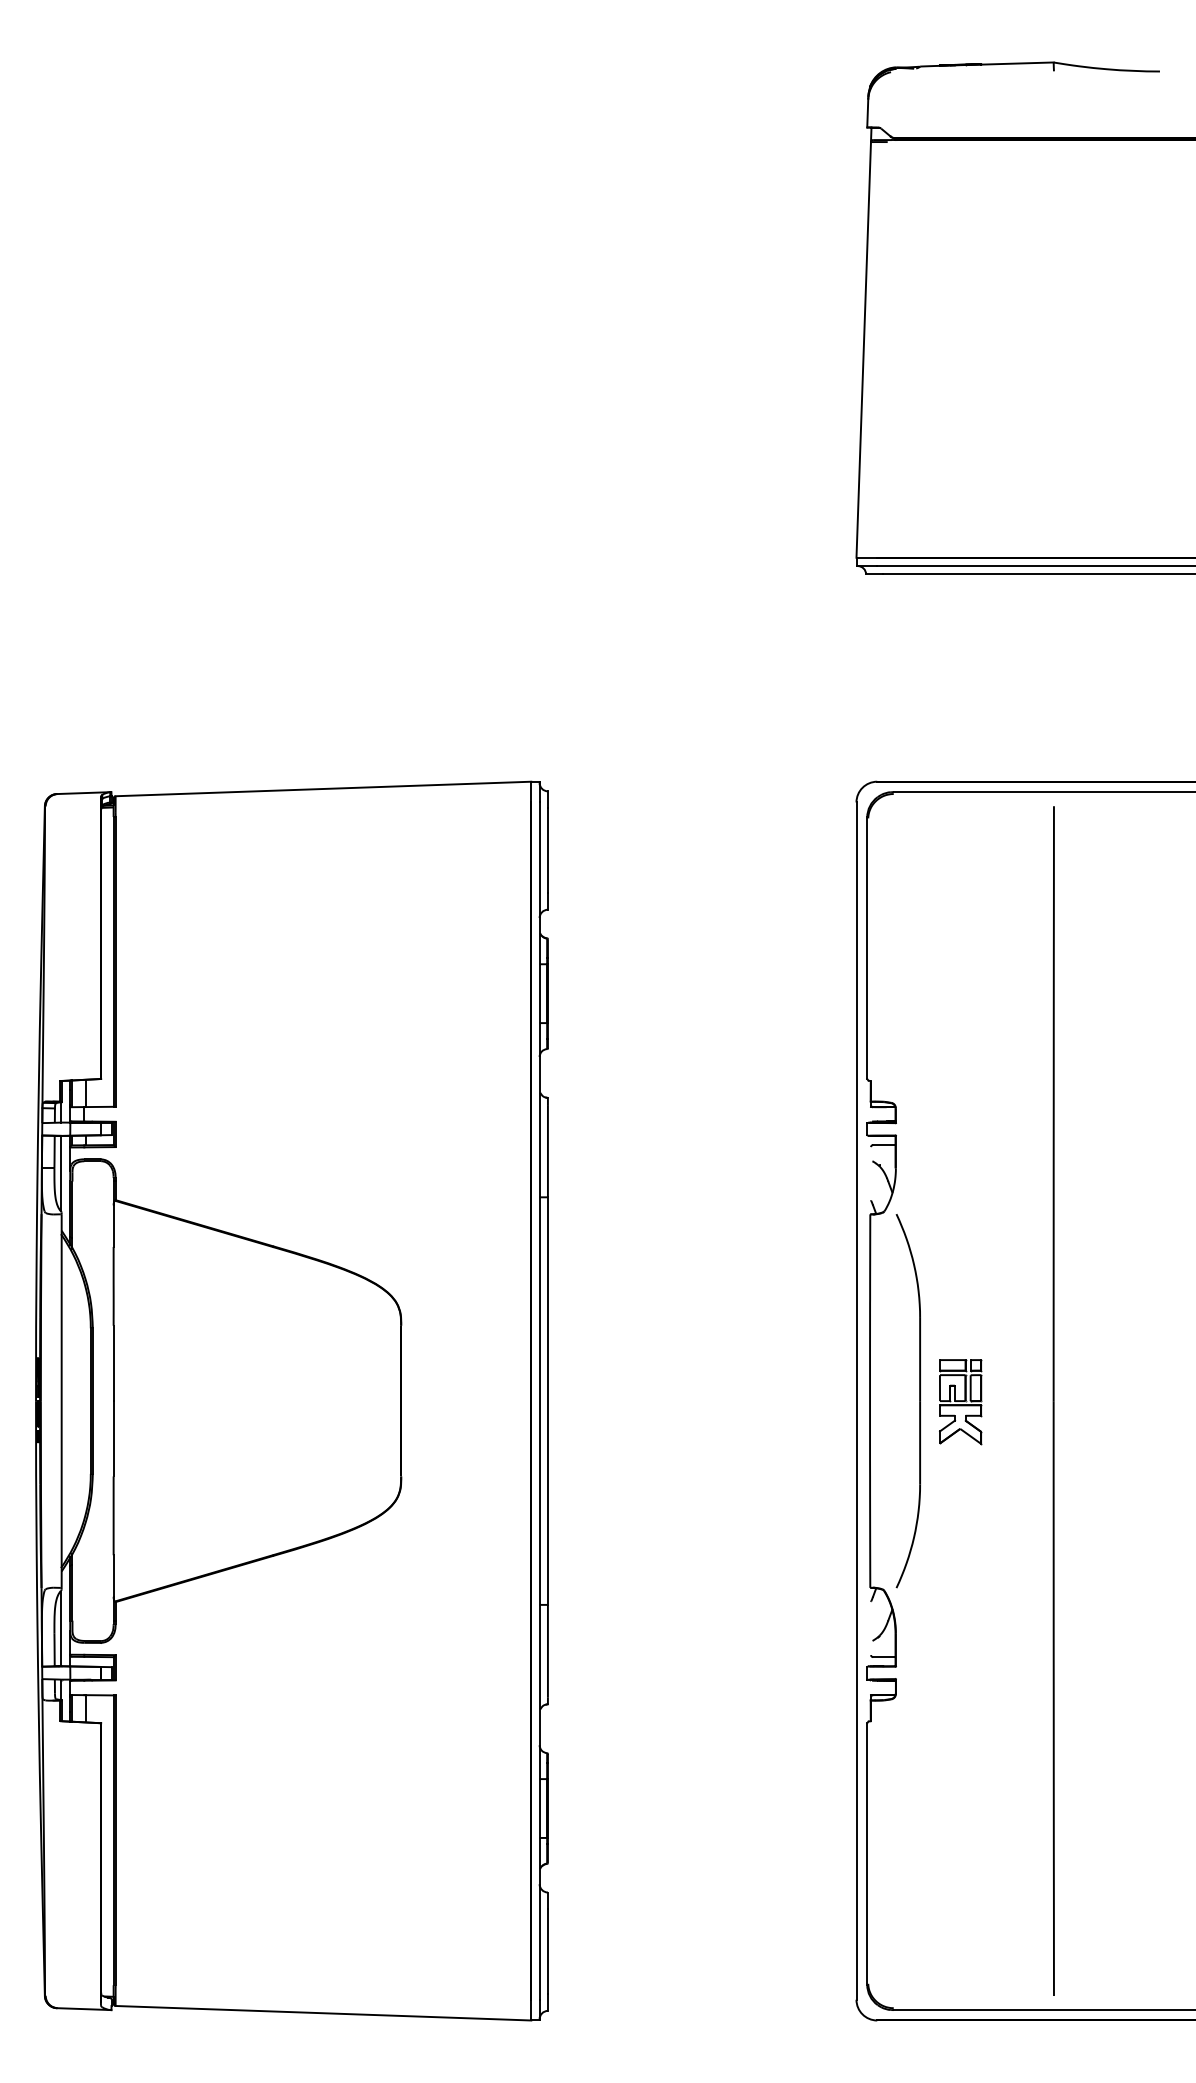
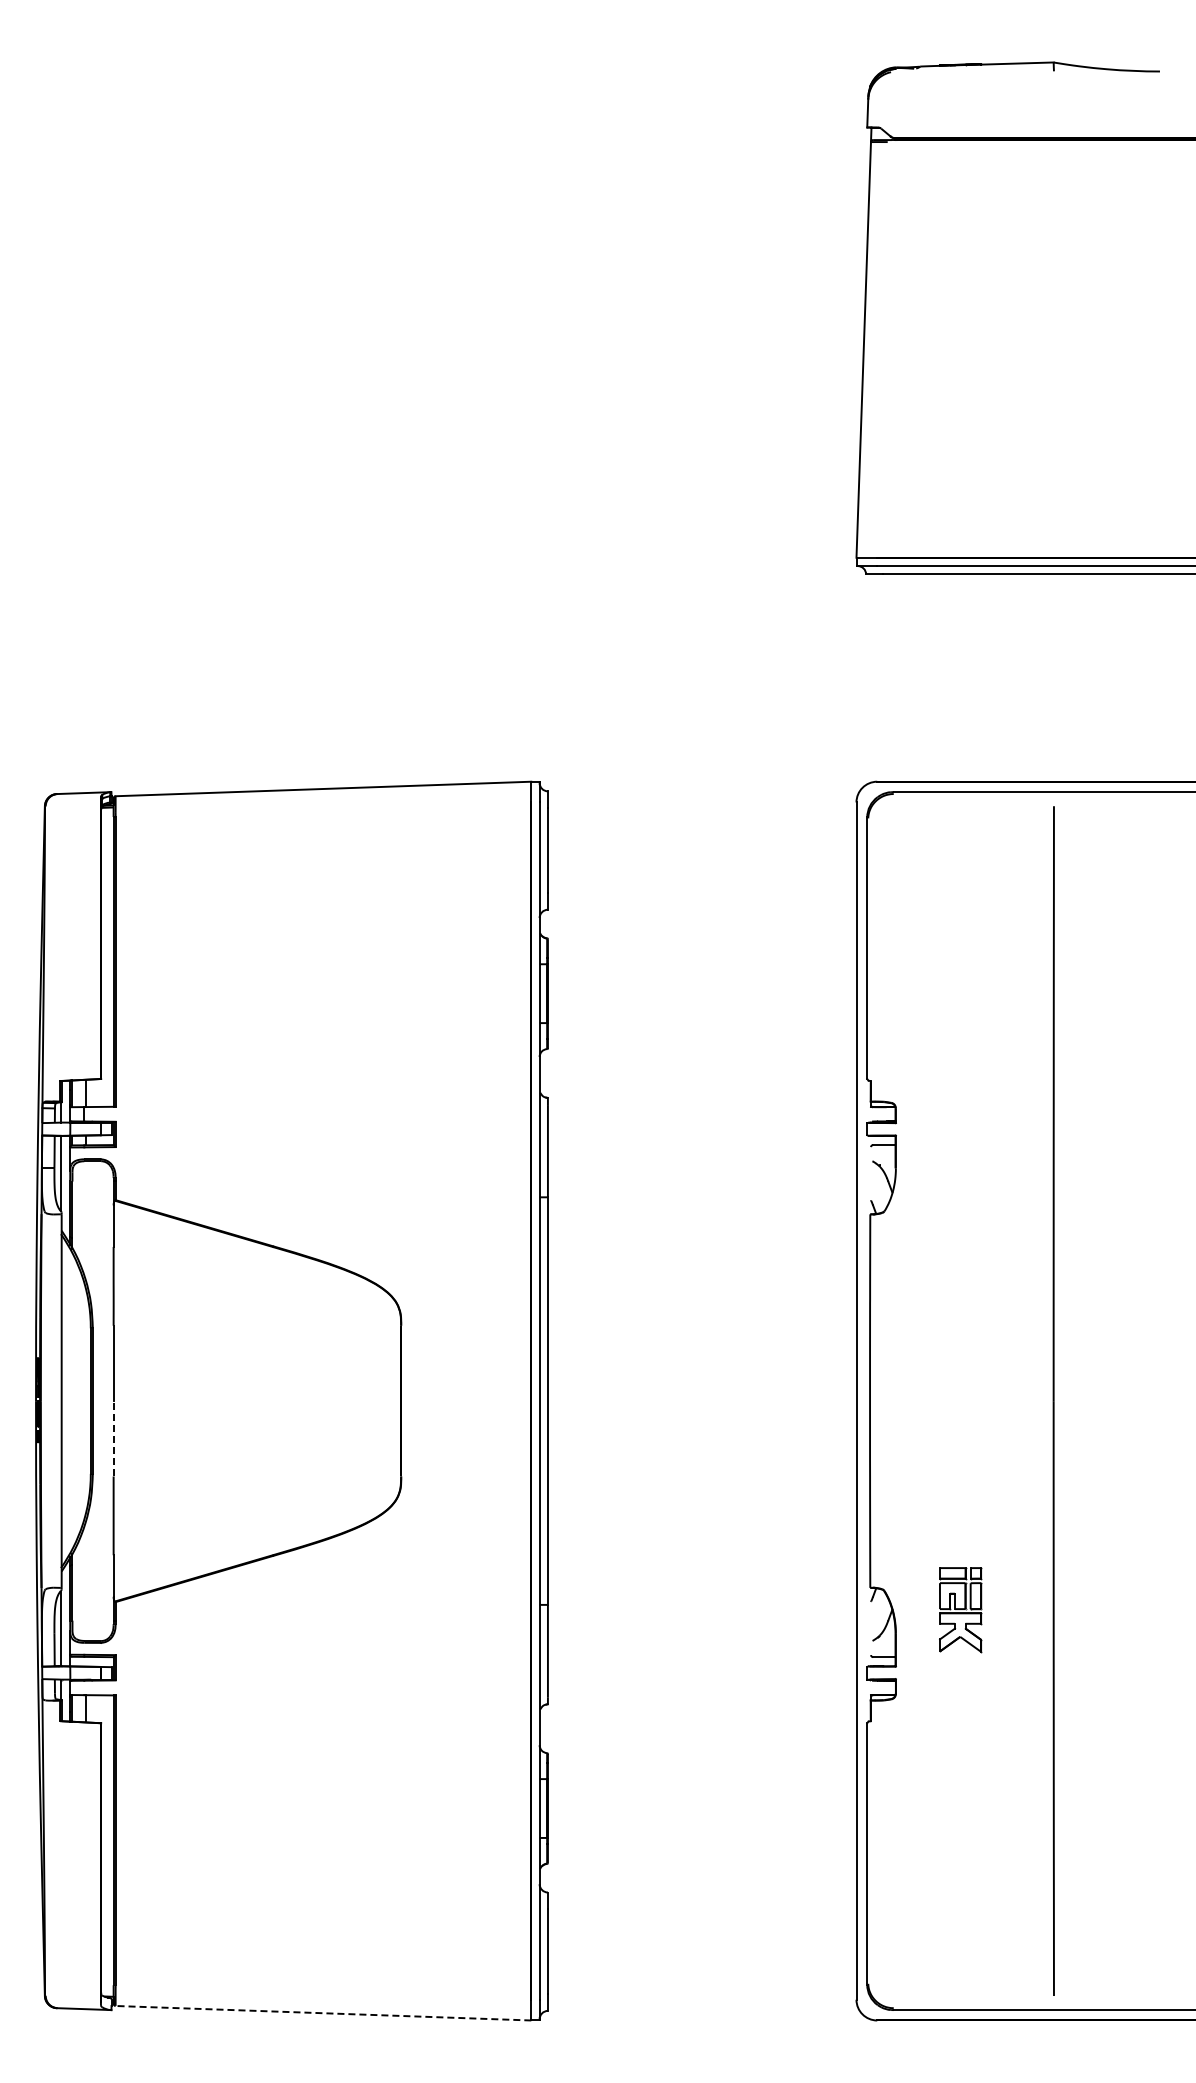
part at (919, 1401): present -> none
part at (960, 1402) position: (960, 1402) -> (960, 1610)
line at (113, 1438): solid -> dashed
line at (323, 2013): solid -> dashed
